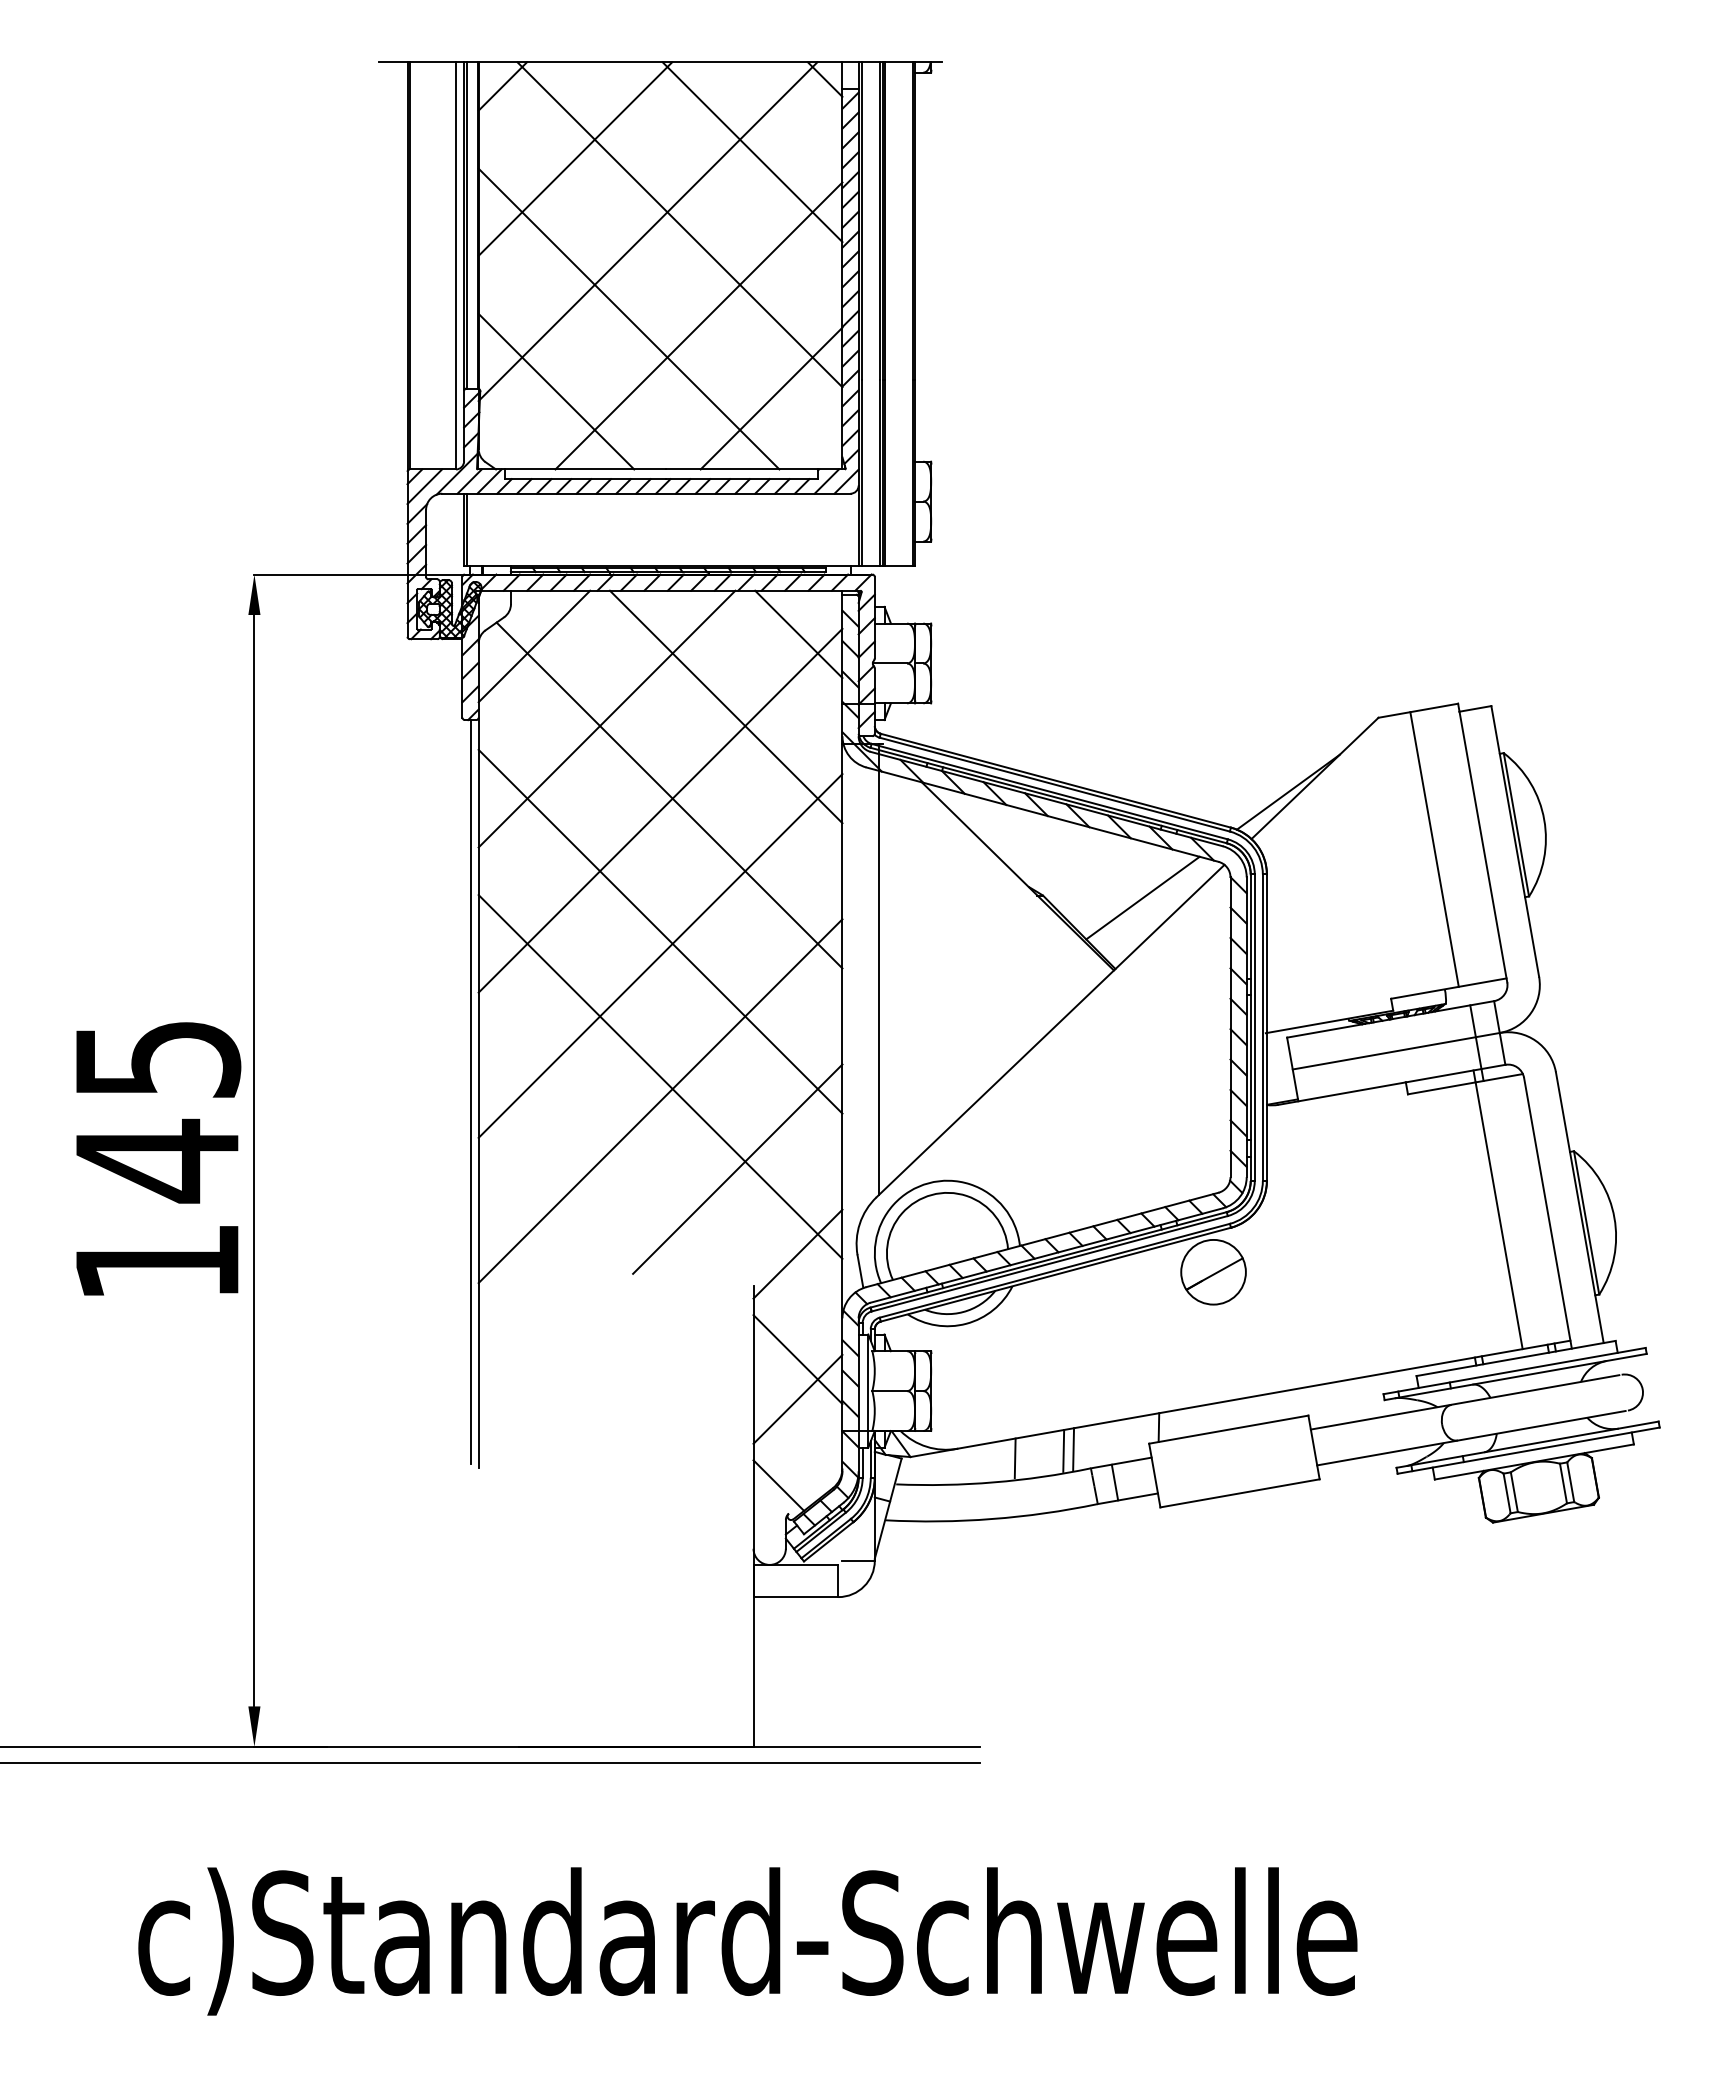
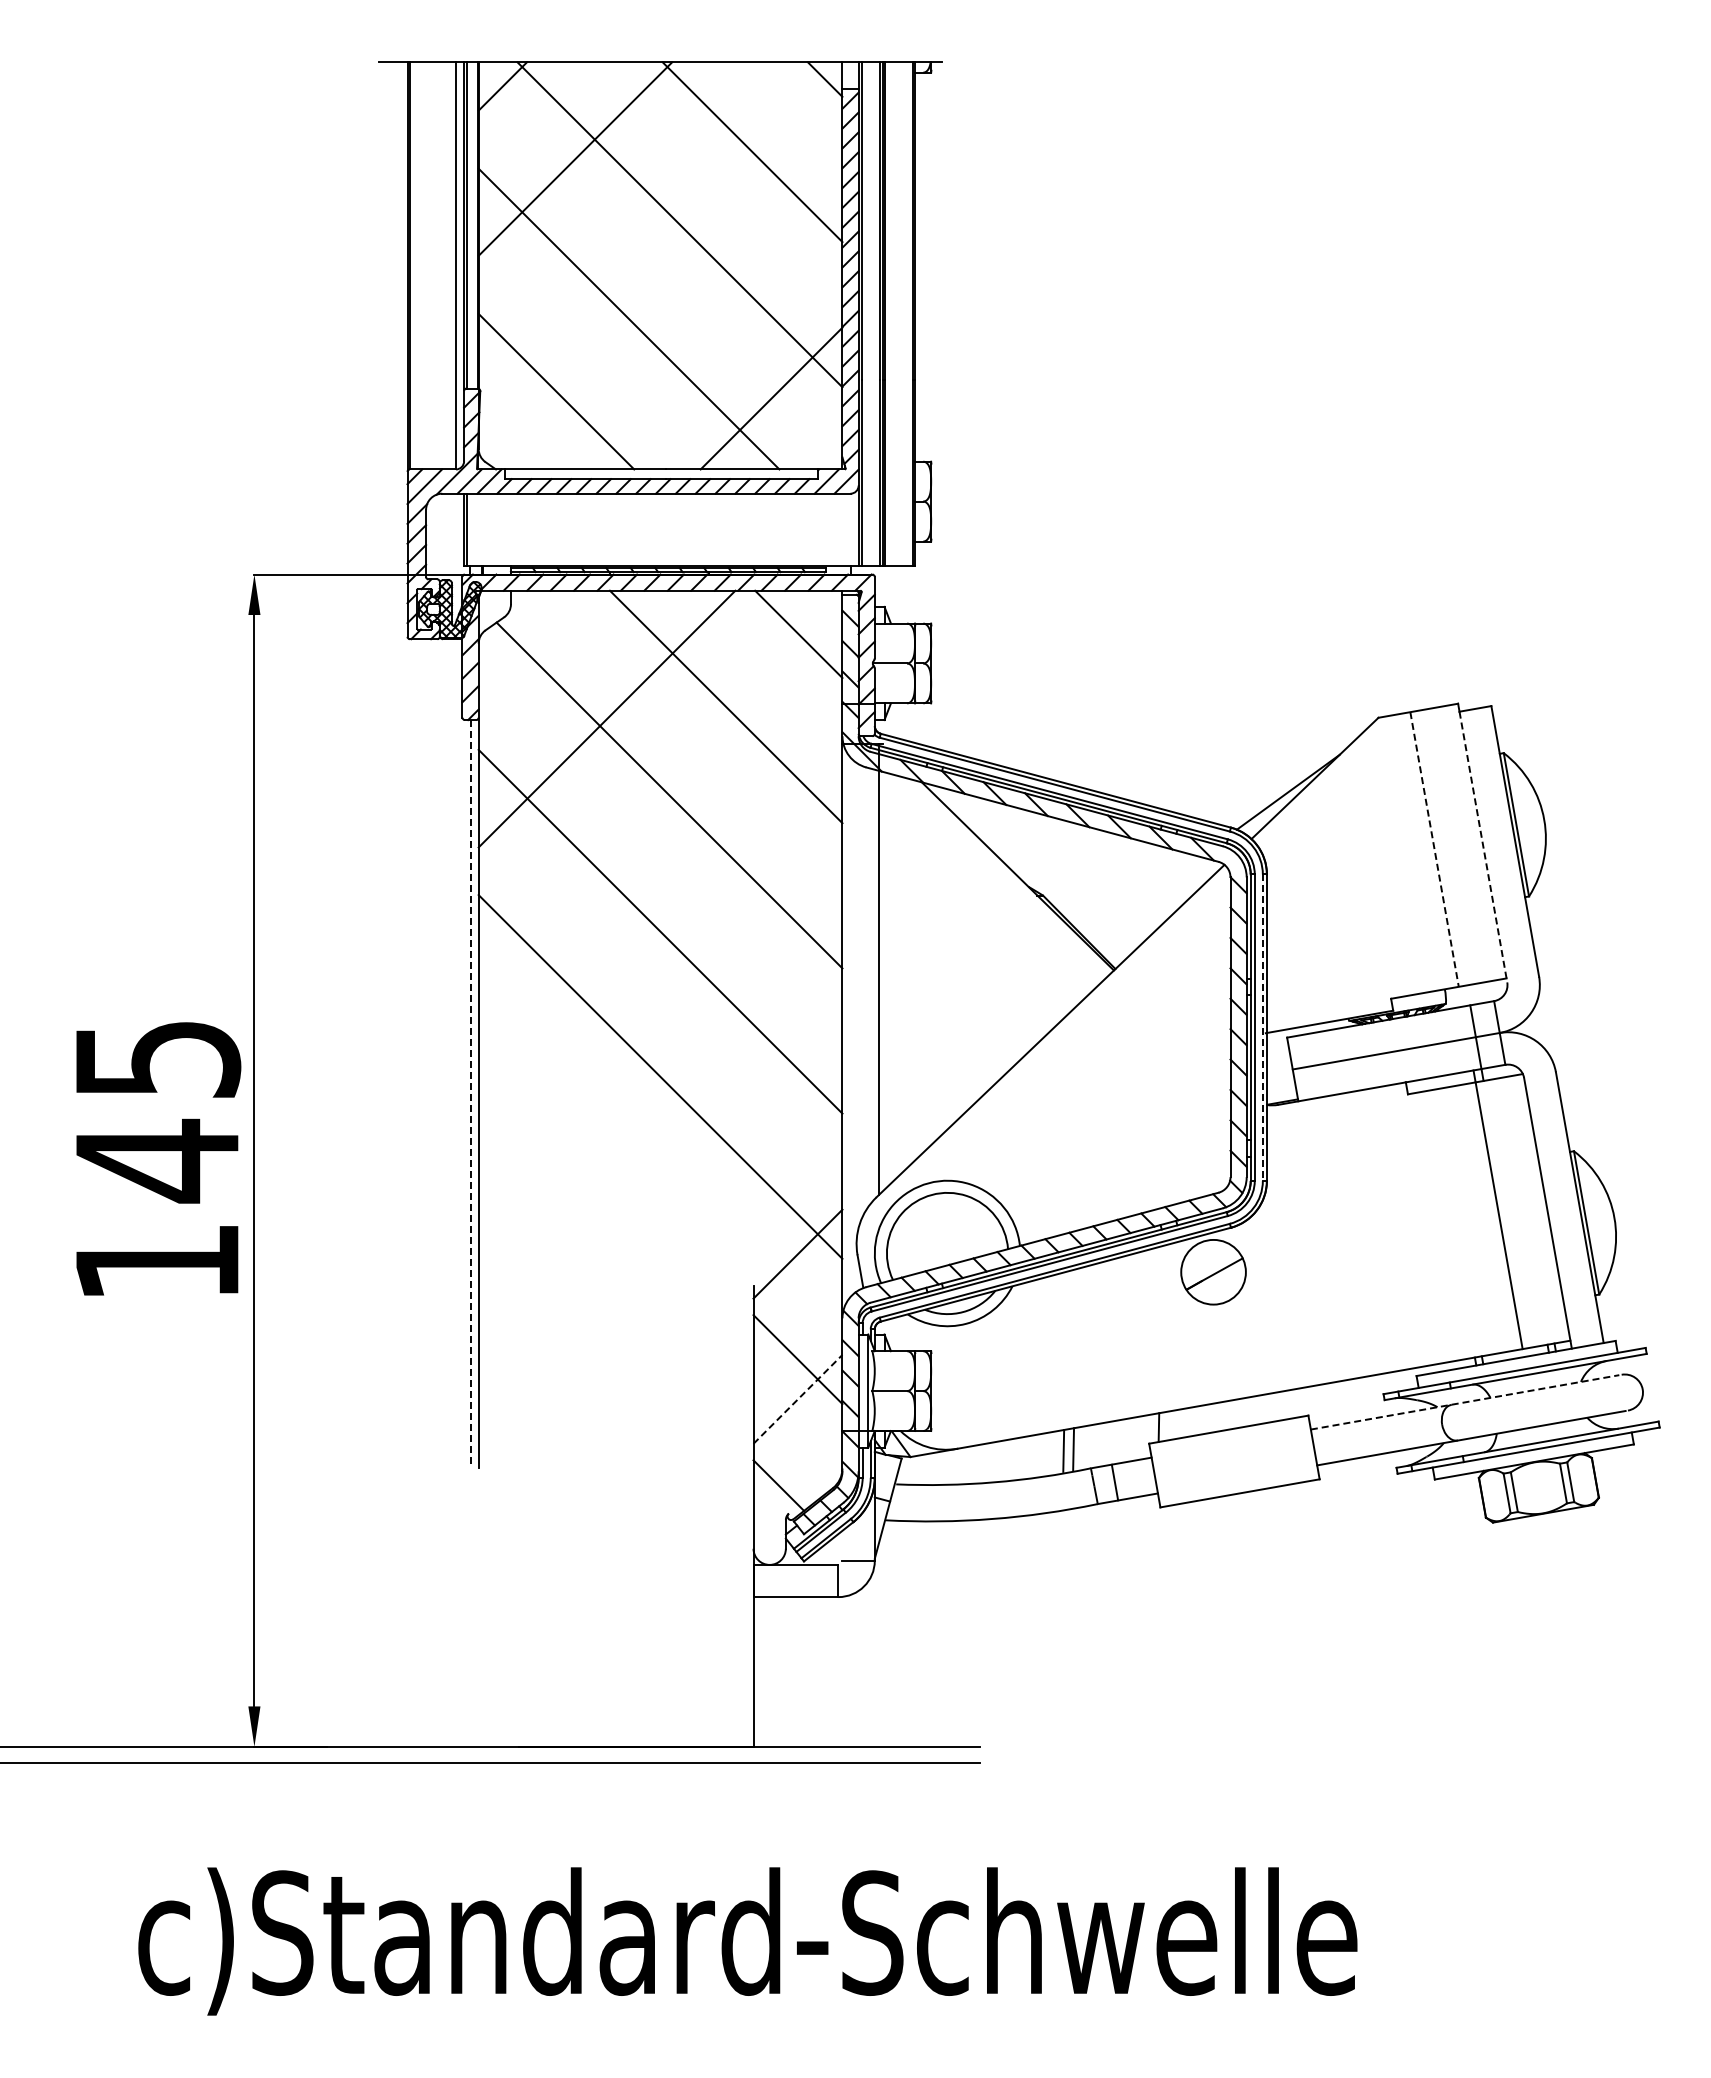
line at (647, 231): present -> none
line at (698, 325): present -> none
line at (534, 646): present -> none
line at (660, 810): present -> none
line at (1483, 847): solid -> dashed
line at (1434, 850): solid -> dashed
line at (1142, 897): present -> none
line at (660, 955): present -> none
line at (1262, 1028): solid -> dashed
line at (470, 1091): solid -> dashed
line at (660, 1101): present -> none
line at (737, 1168): present -> none
line at (798, 1399): solid -> dashed
line at (1465, 1402): solid -> dashed
line at (1014, 1458): present -> none
